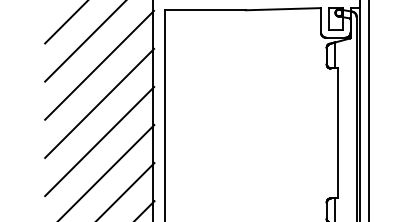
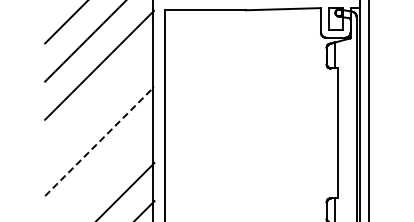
line at (99, 102): present -> none
line at (100, 141): solid -> dashed
line at (107, 171): present -> none
